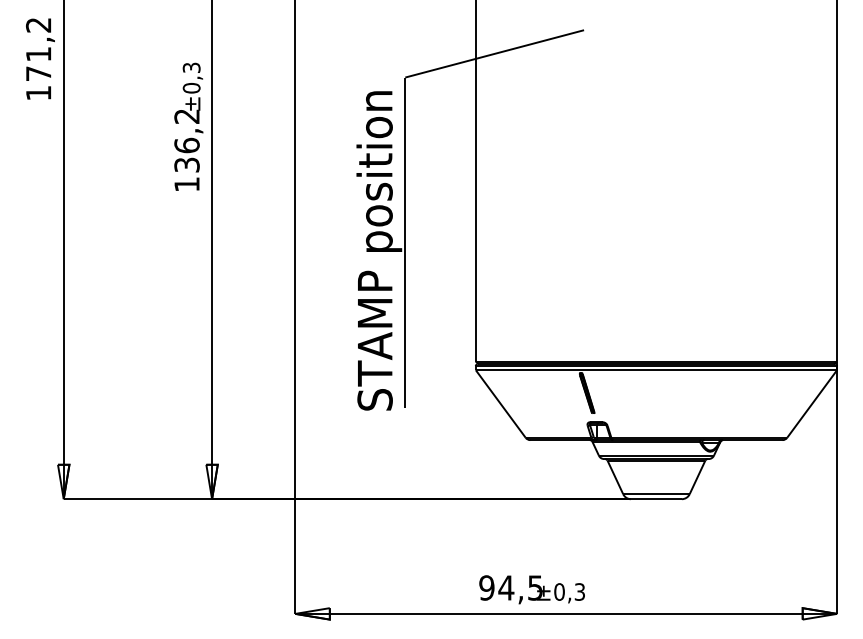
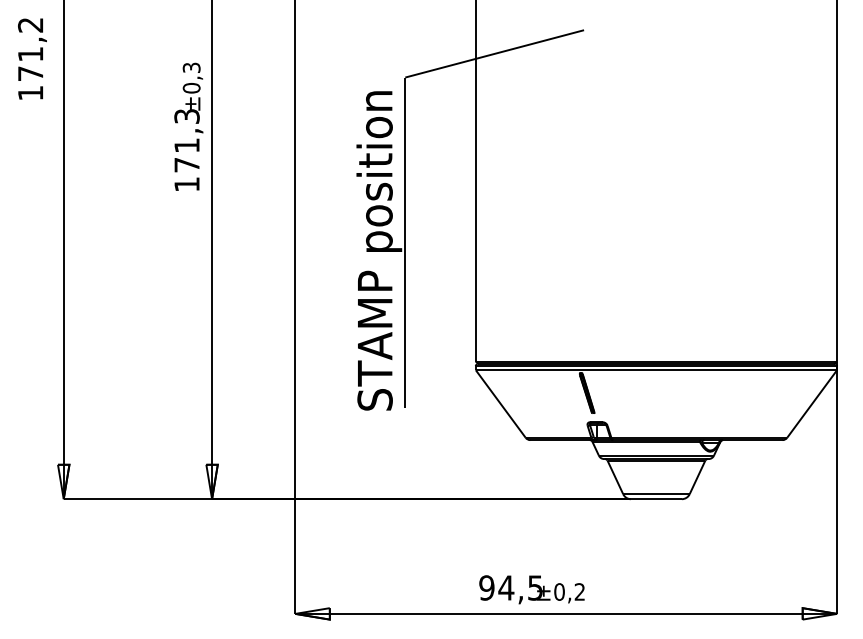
text at (40, 58) position: (40, 58) -> (32, 58)
text at (186, 140): 136,2 -> 171,3
text at (579, 591): ±0,3 -> ±0,2
